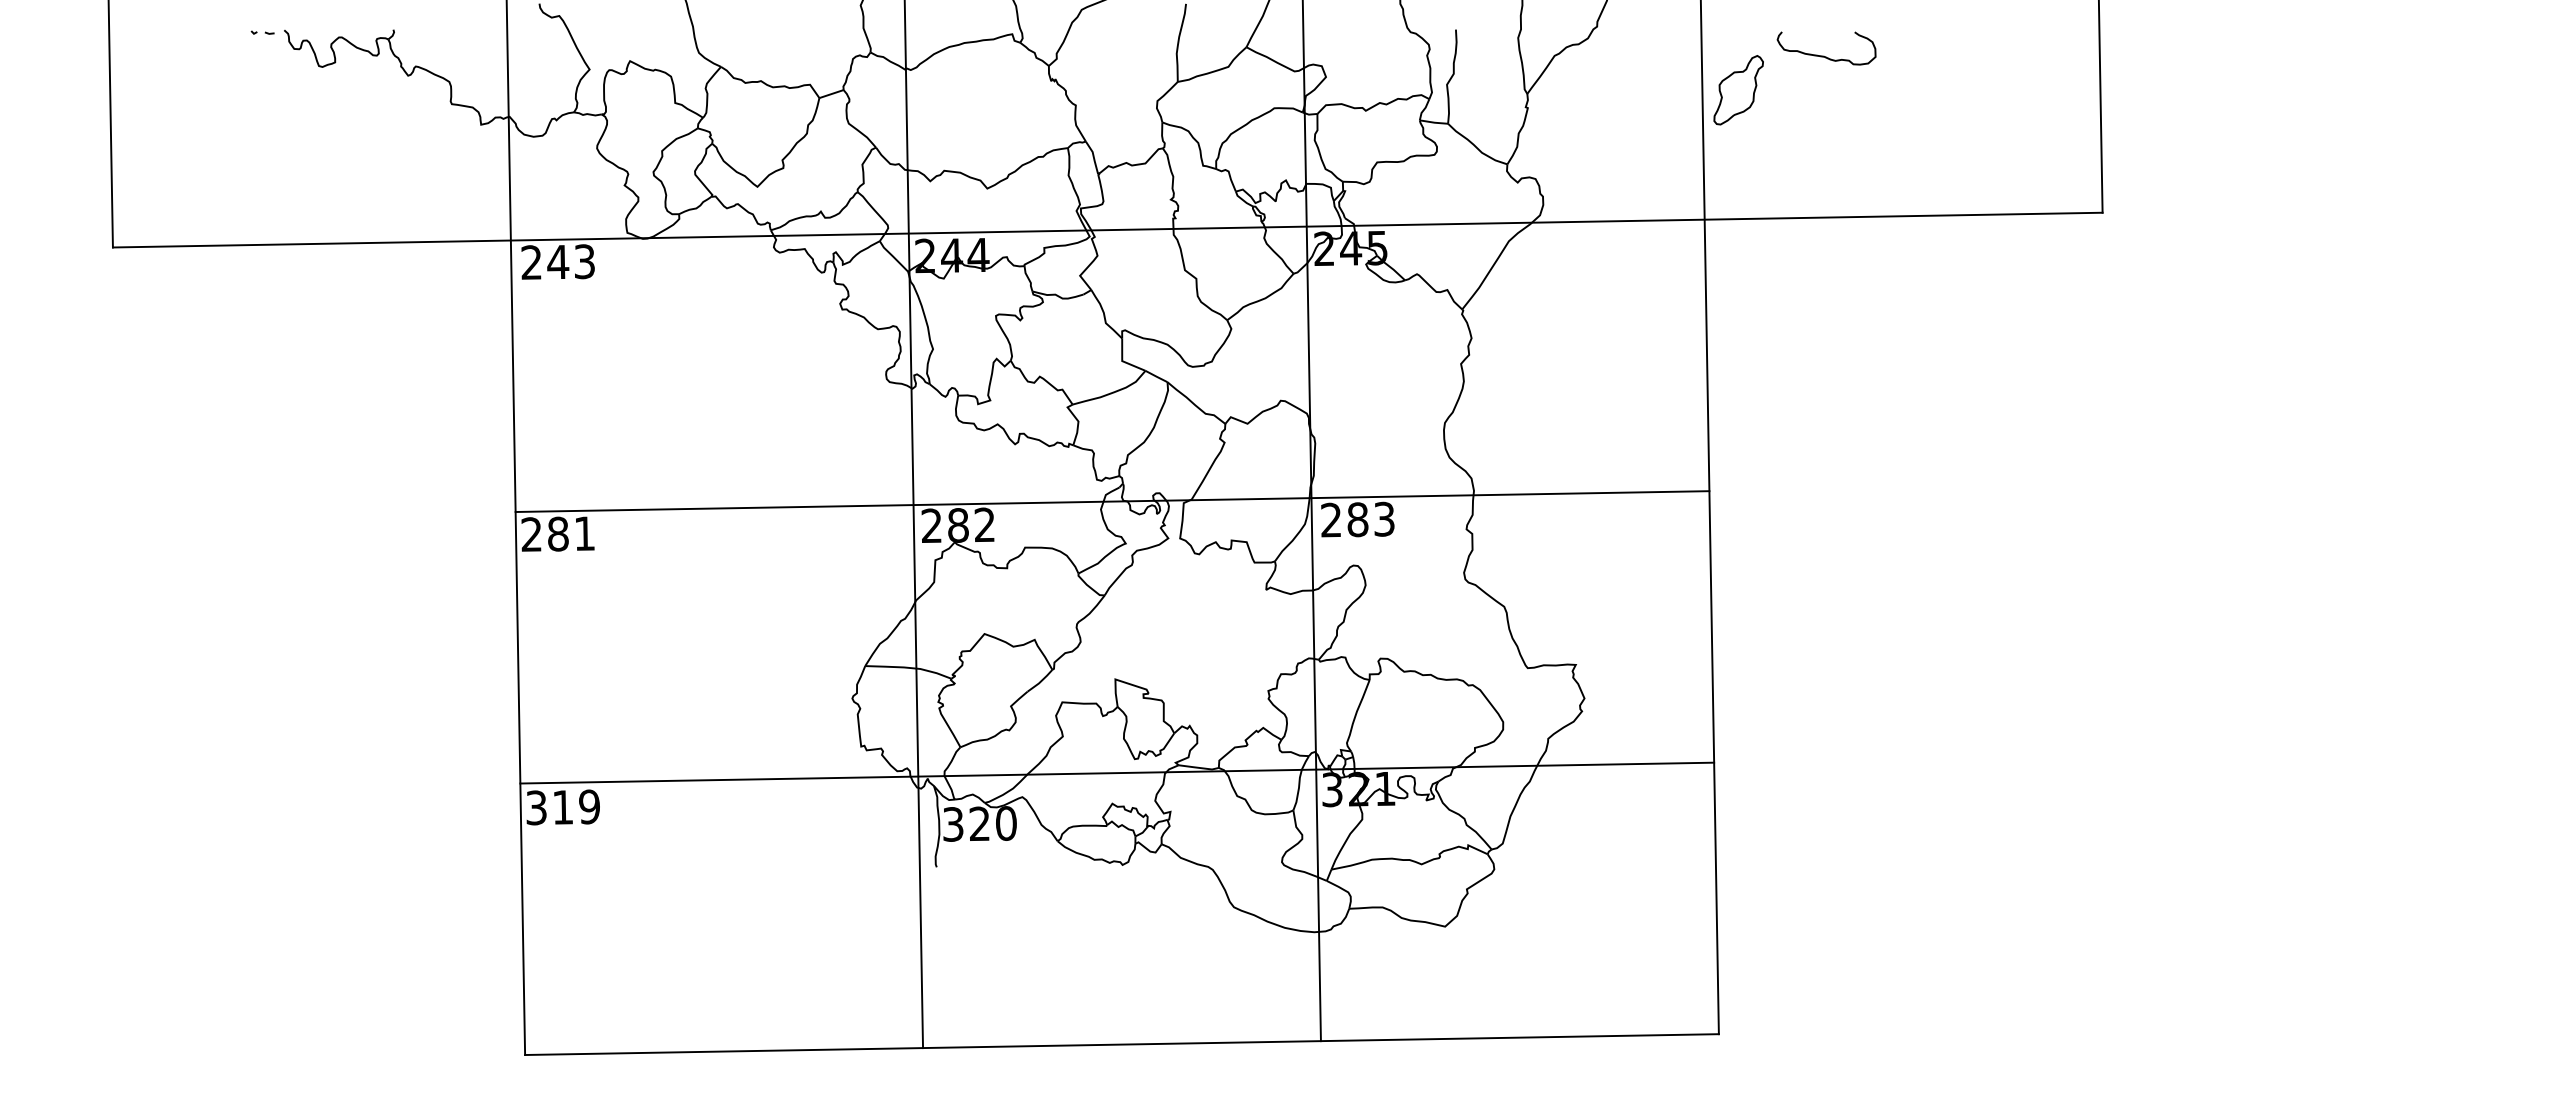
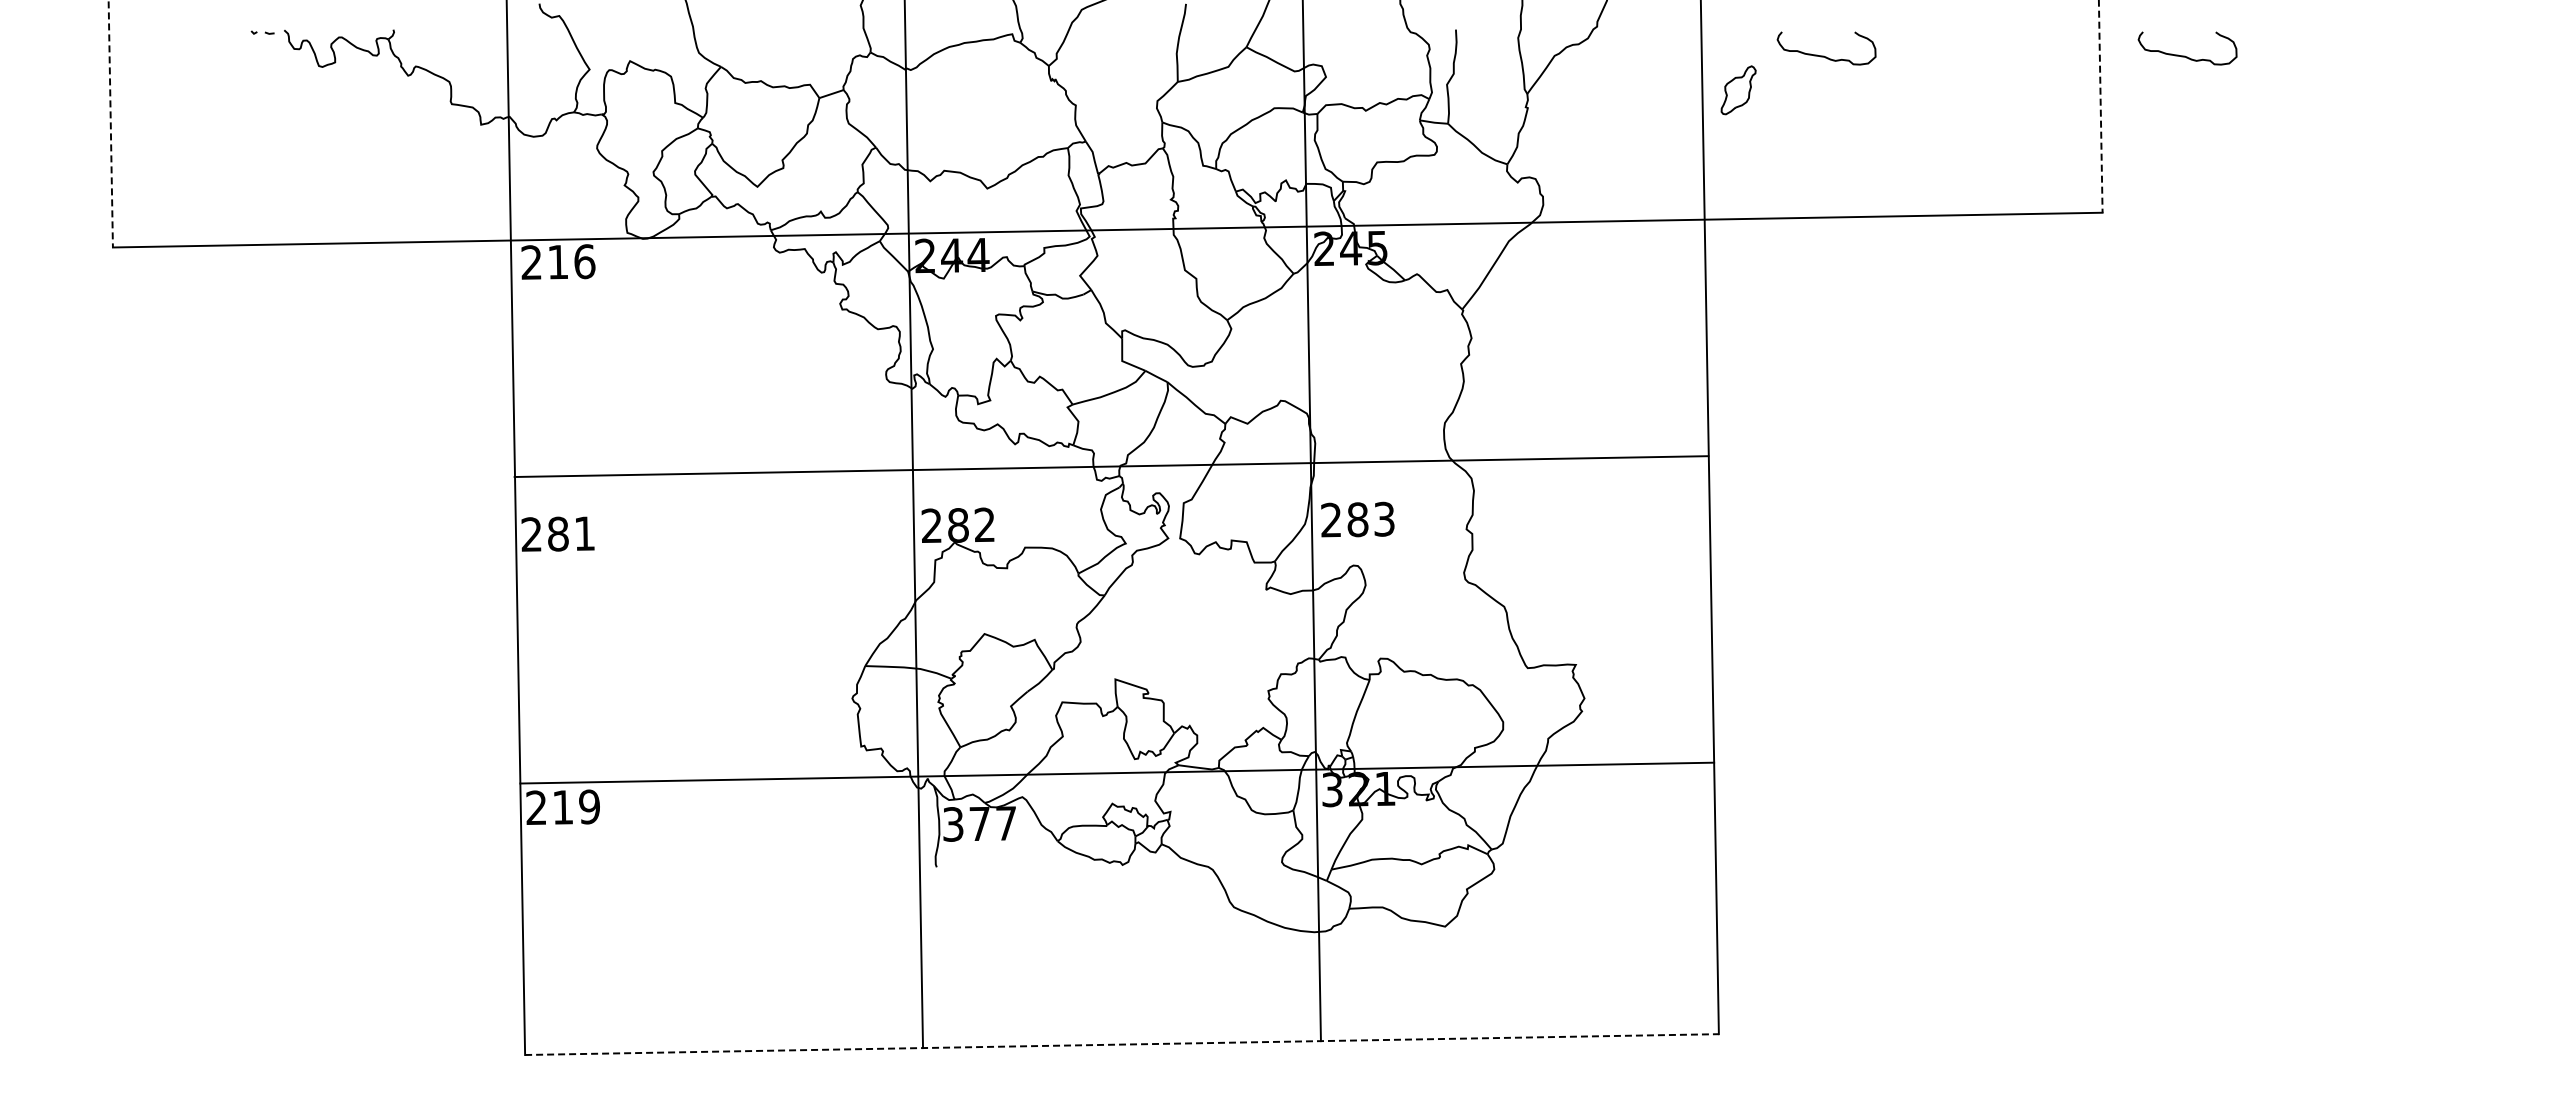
curve at (2184, 55): none -> present
part at (1738, 90) size: 51x71 px -> 37x51 px
line at (2100, 106): solid -> dashed
line at (110, 124): solid -> dashed
text at (571, 261): 243 -> 216
line at (1112, 501) position: (1112, 501) -> (1111, 466)
text at (536, 807): 319 -> 219
text at (992, 823): 320 -> 377
line at (1121, 1044): solid -> dashed
